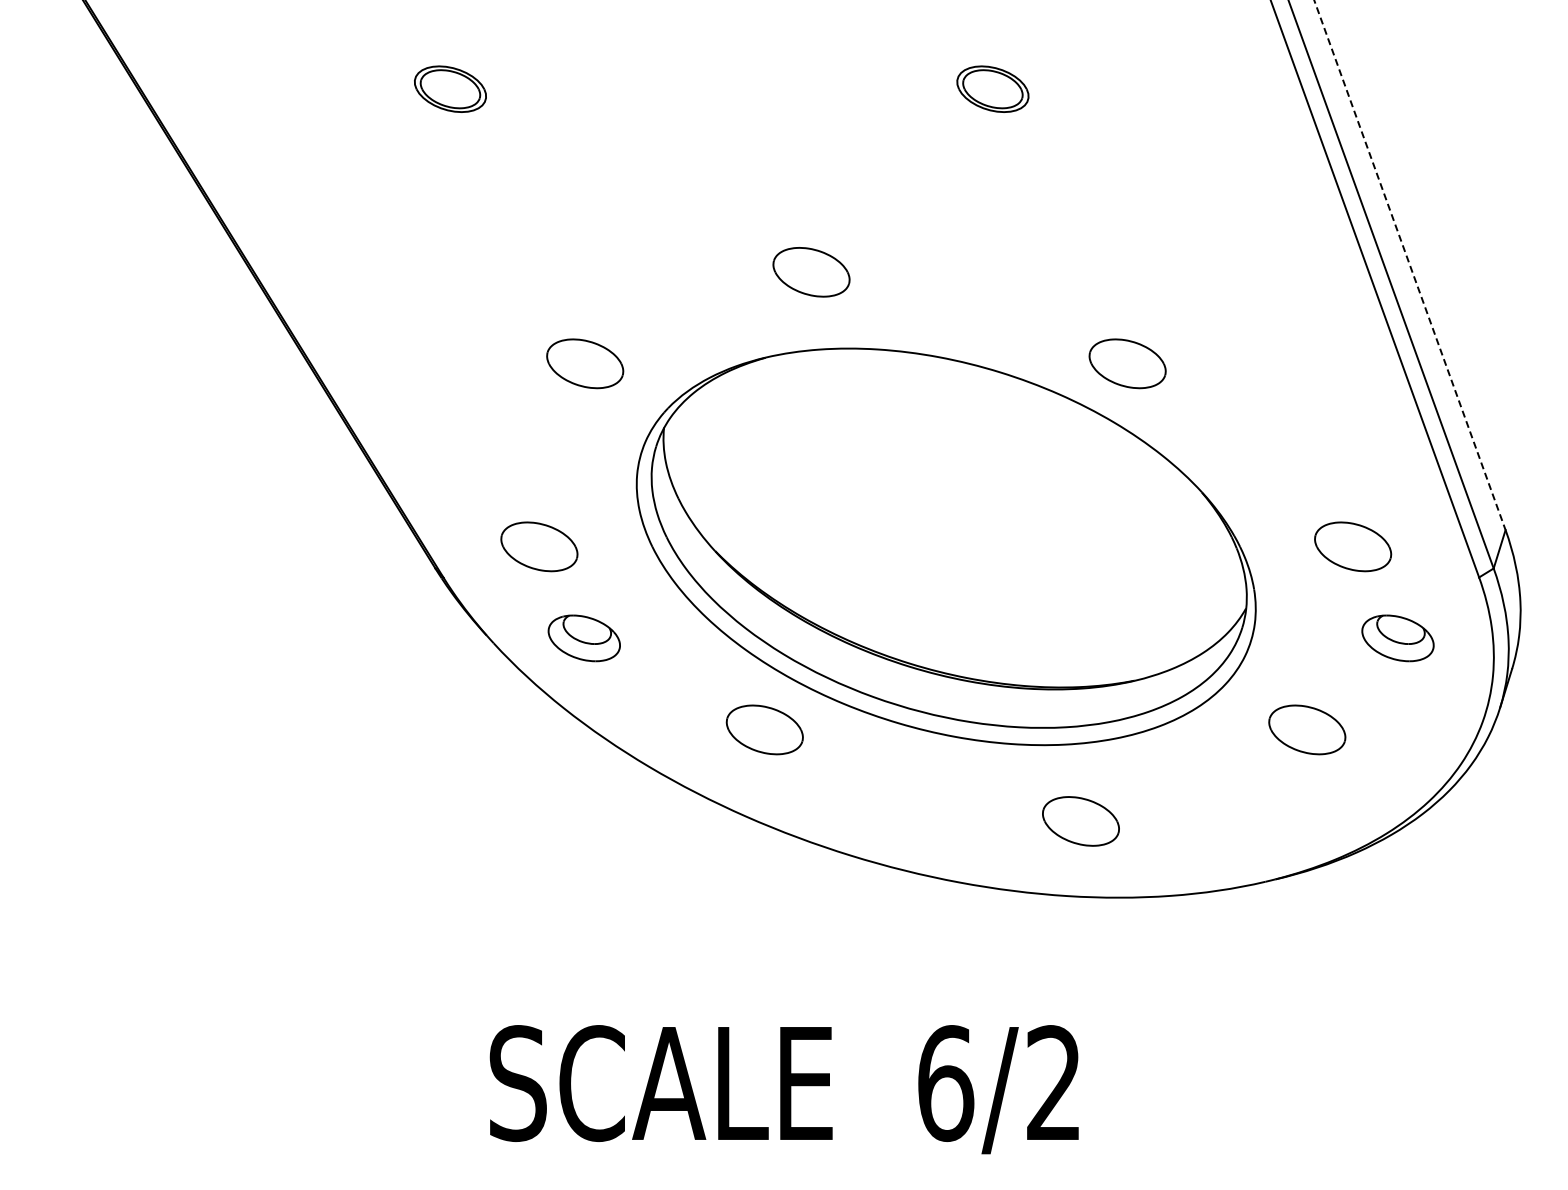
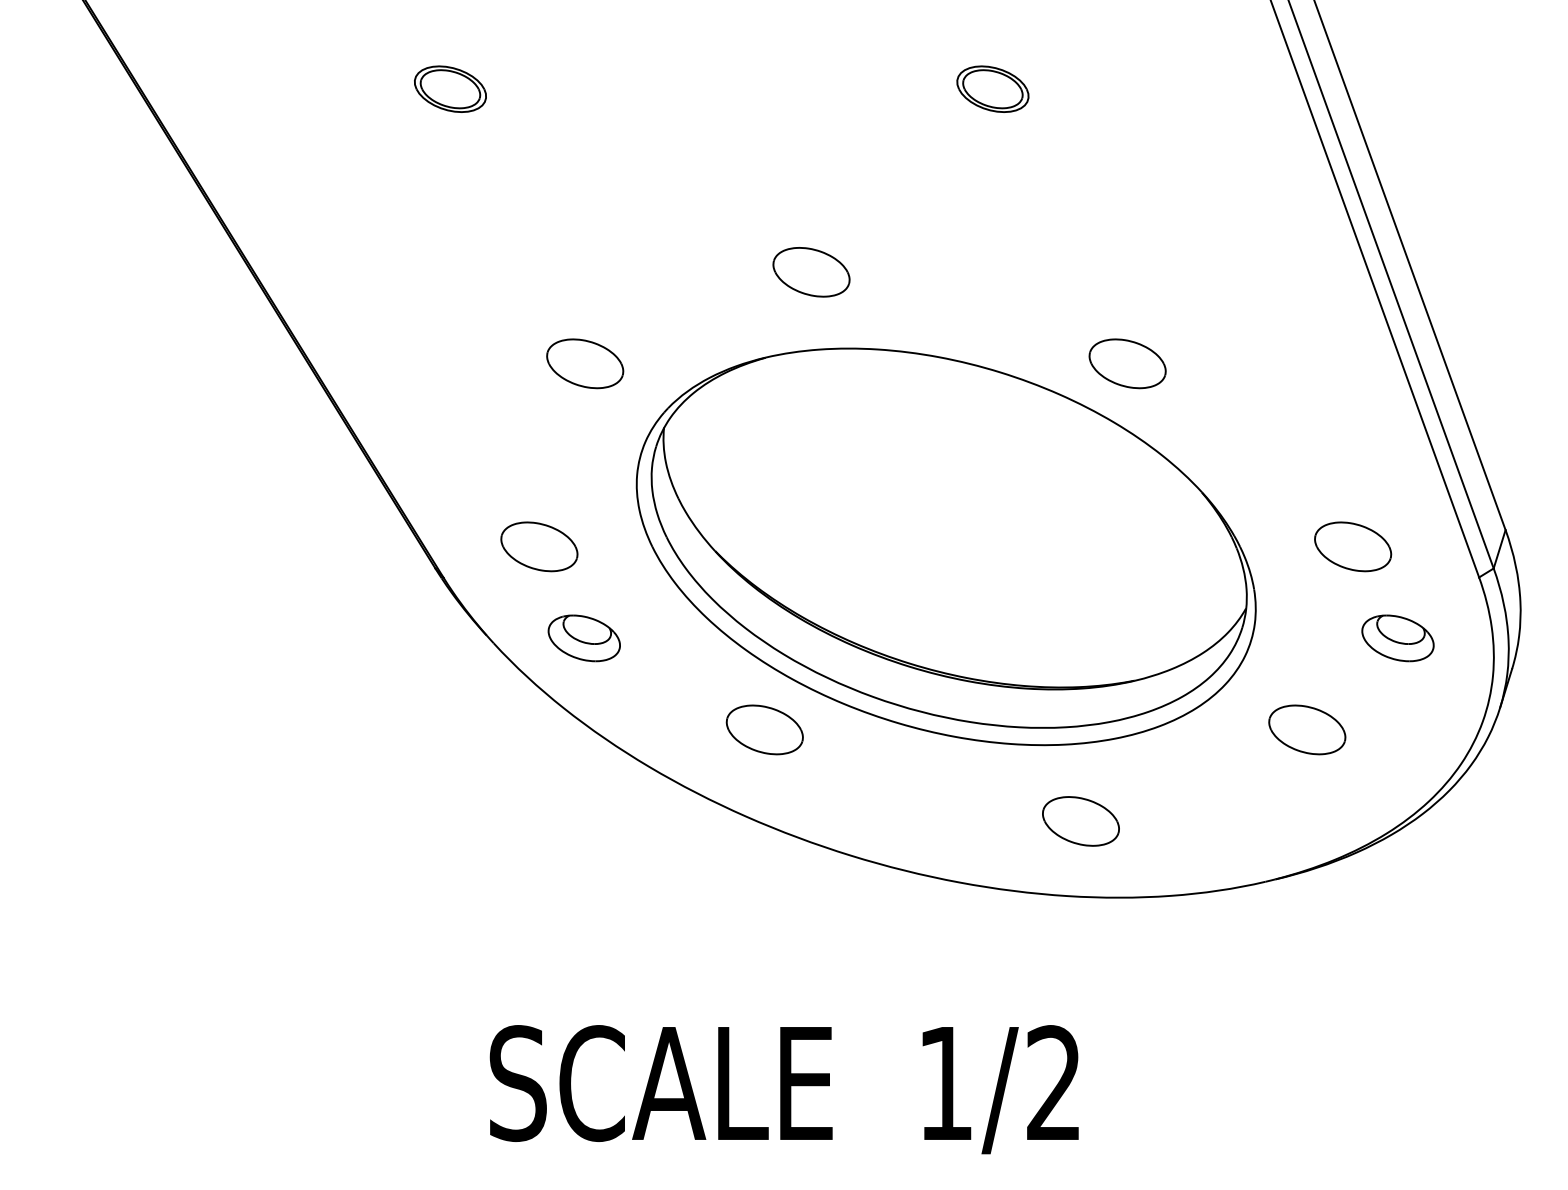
line at (1410, 265): dashed -> solid
text at (946, 1083): 6/2 -> 1/2
